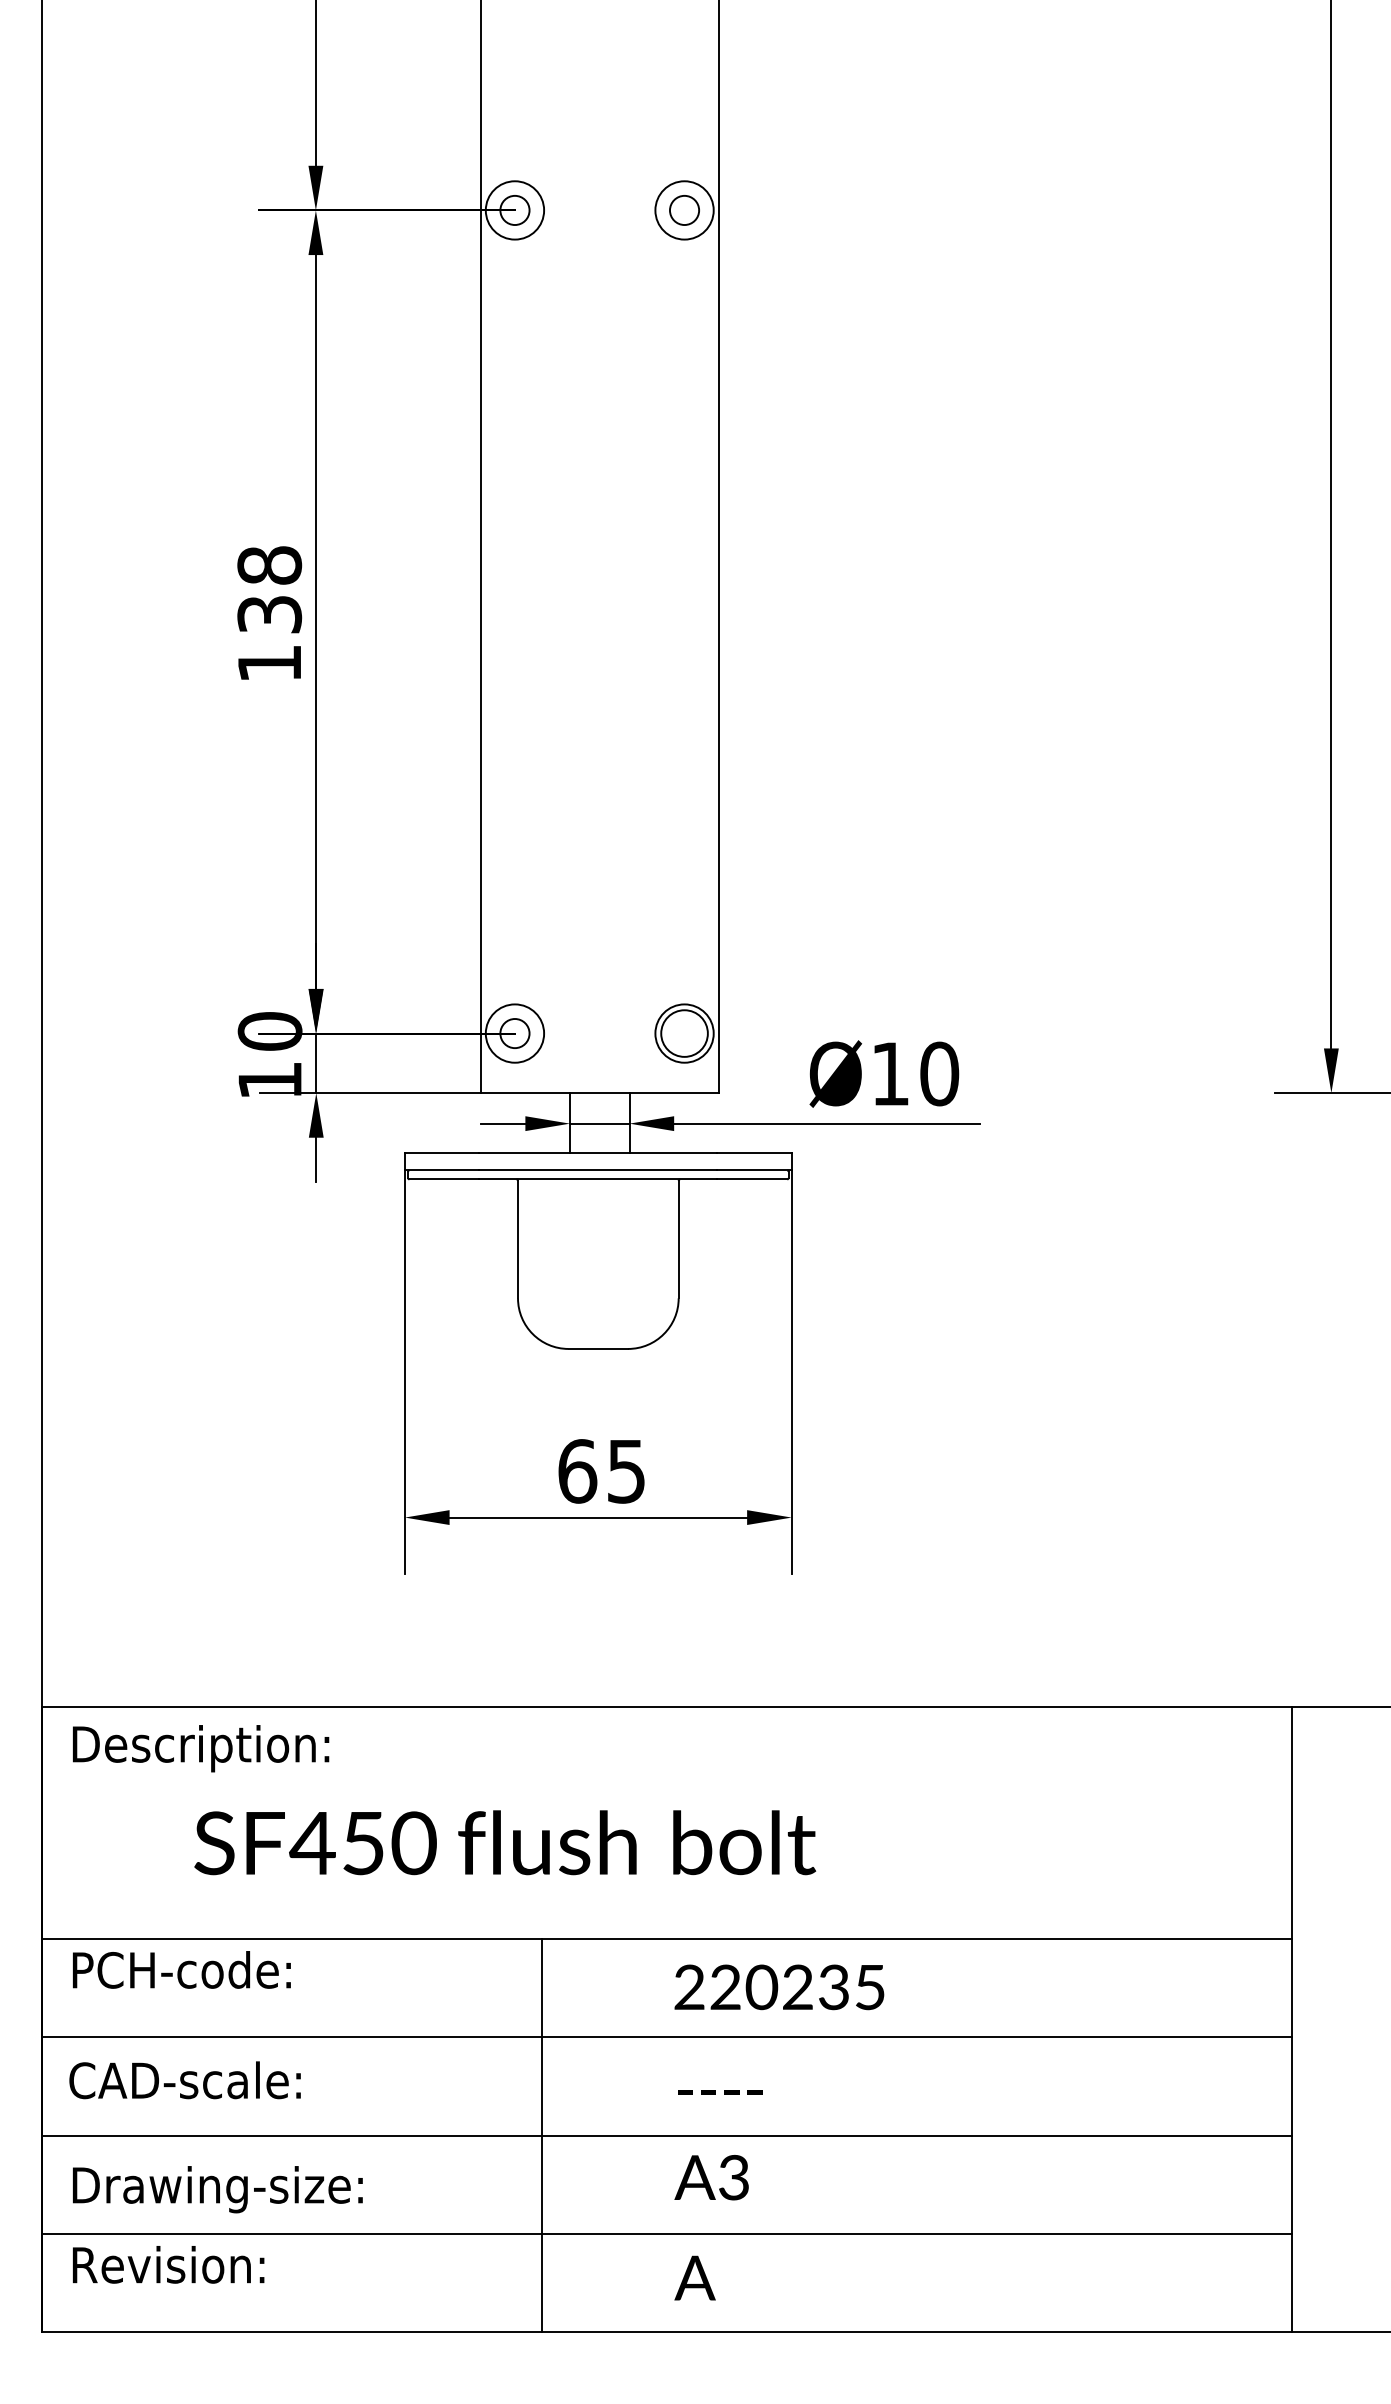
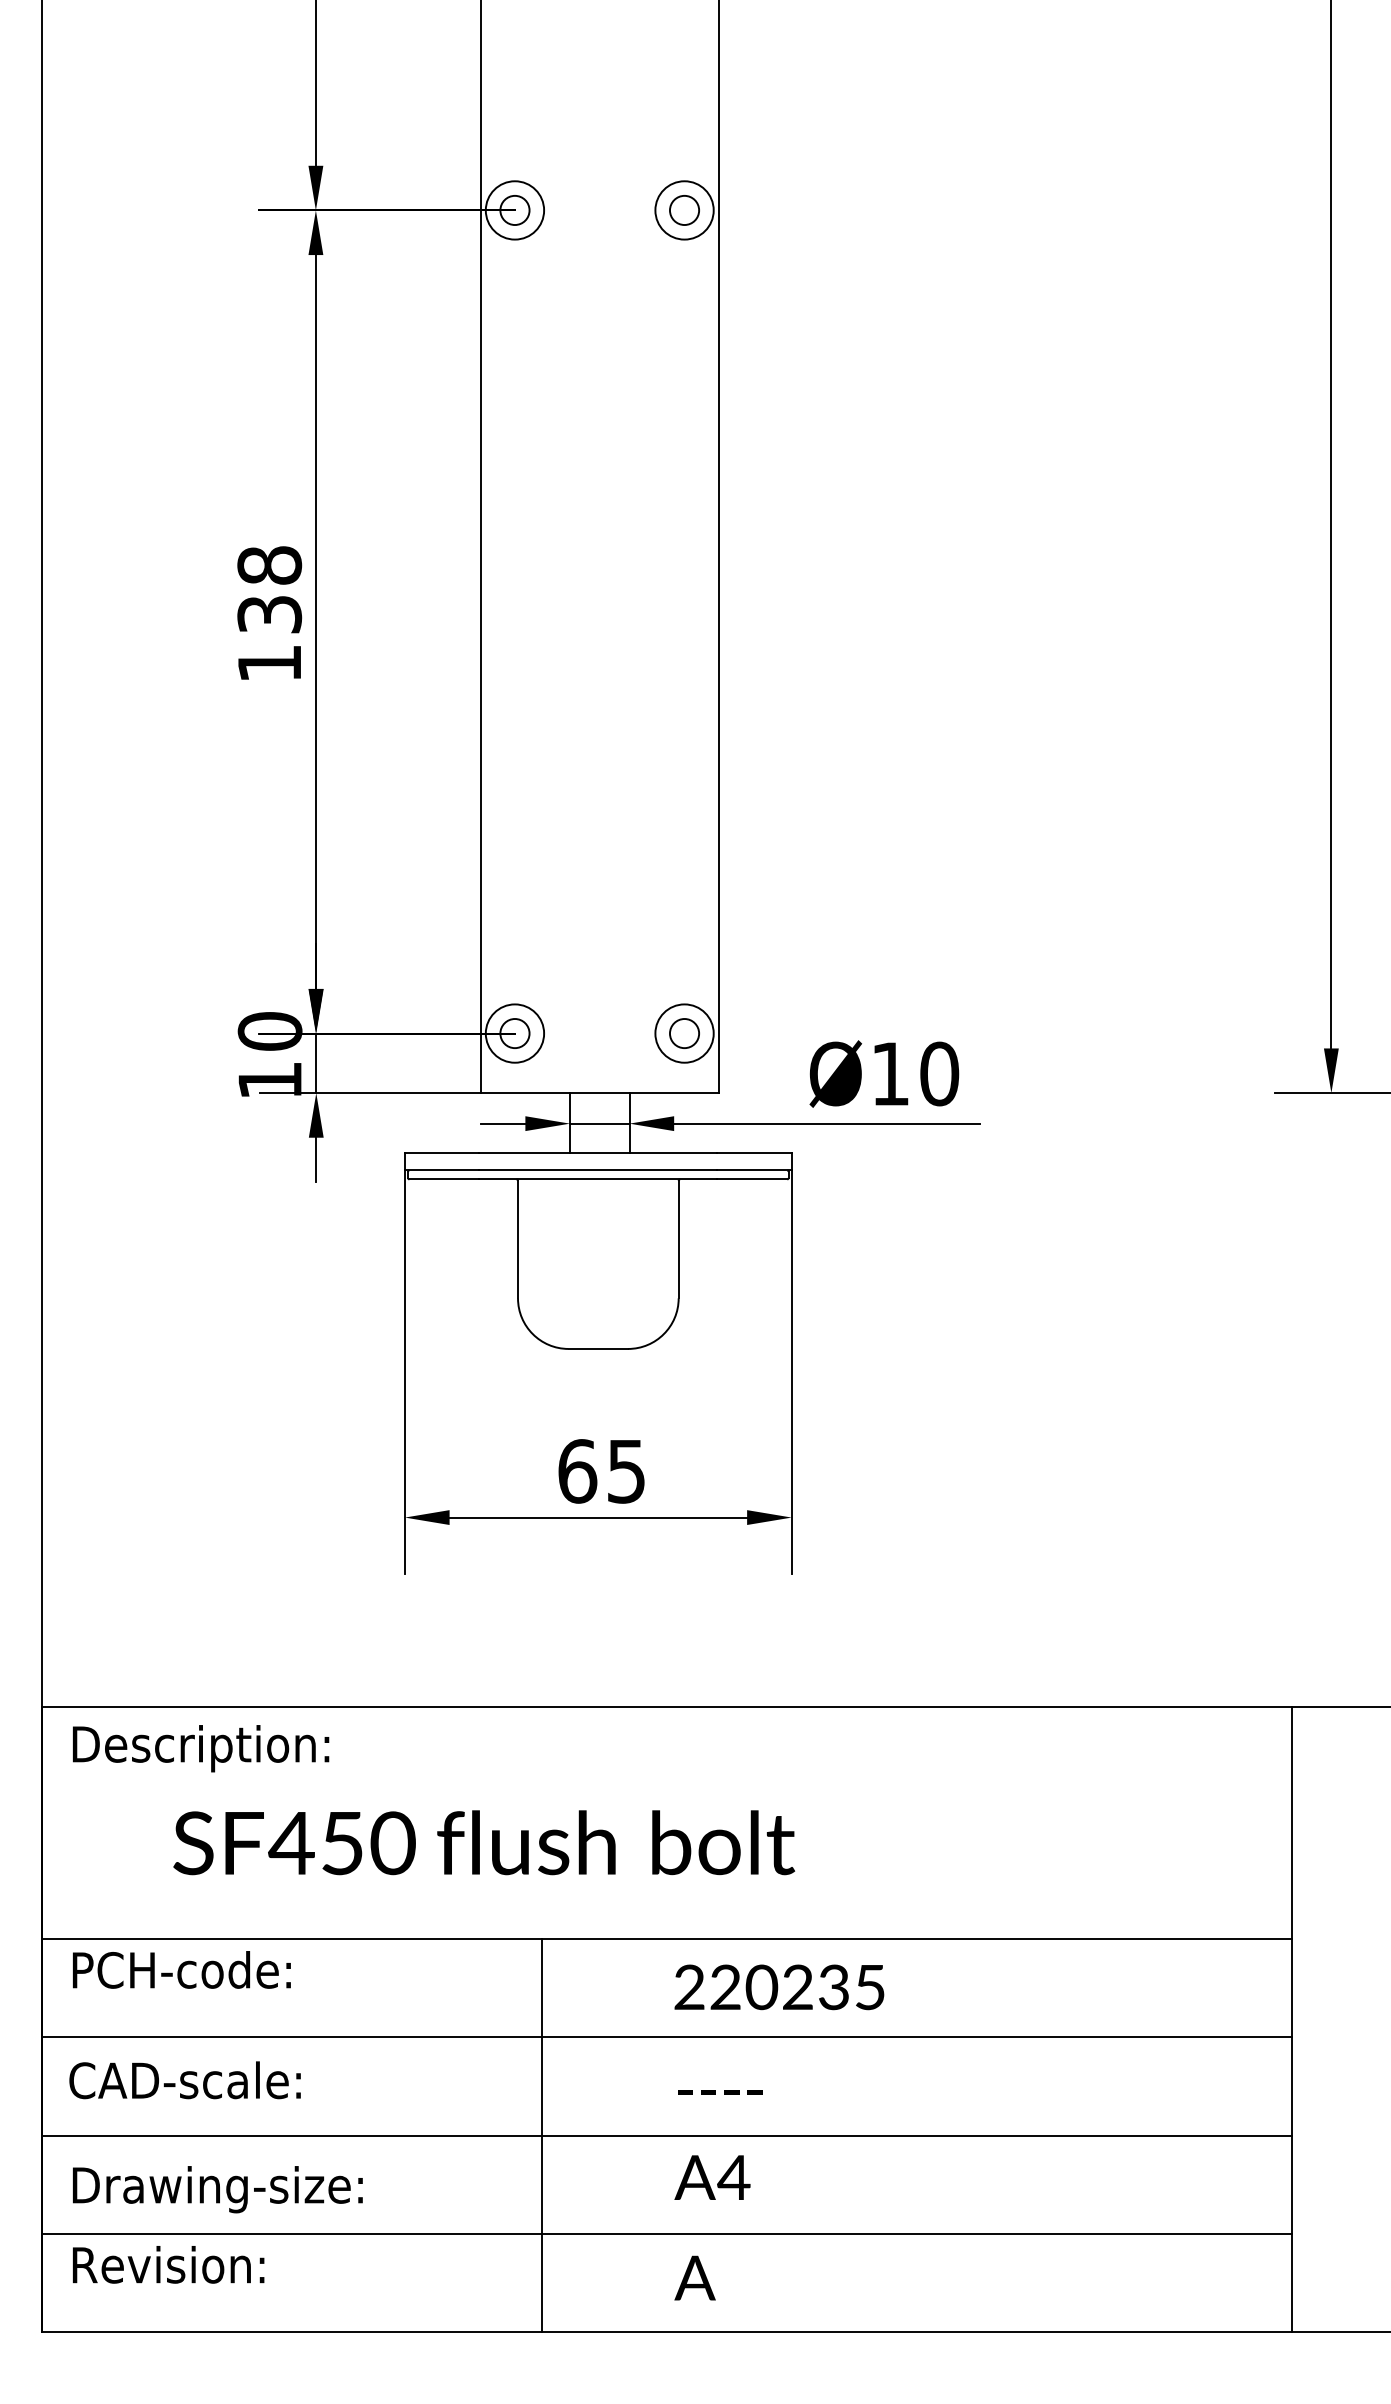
circle at (684, 1033) diameter: 47 px -> 29 px
text at (505, 1842) position: (505, 1842) -> (484, 1842)
text at (733, 2177): A3 -> A4
